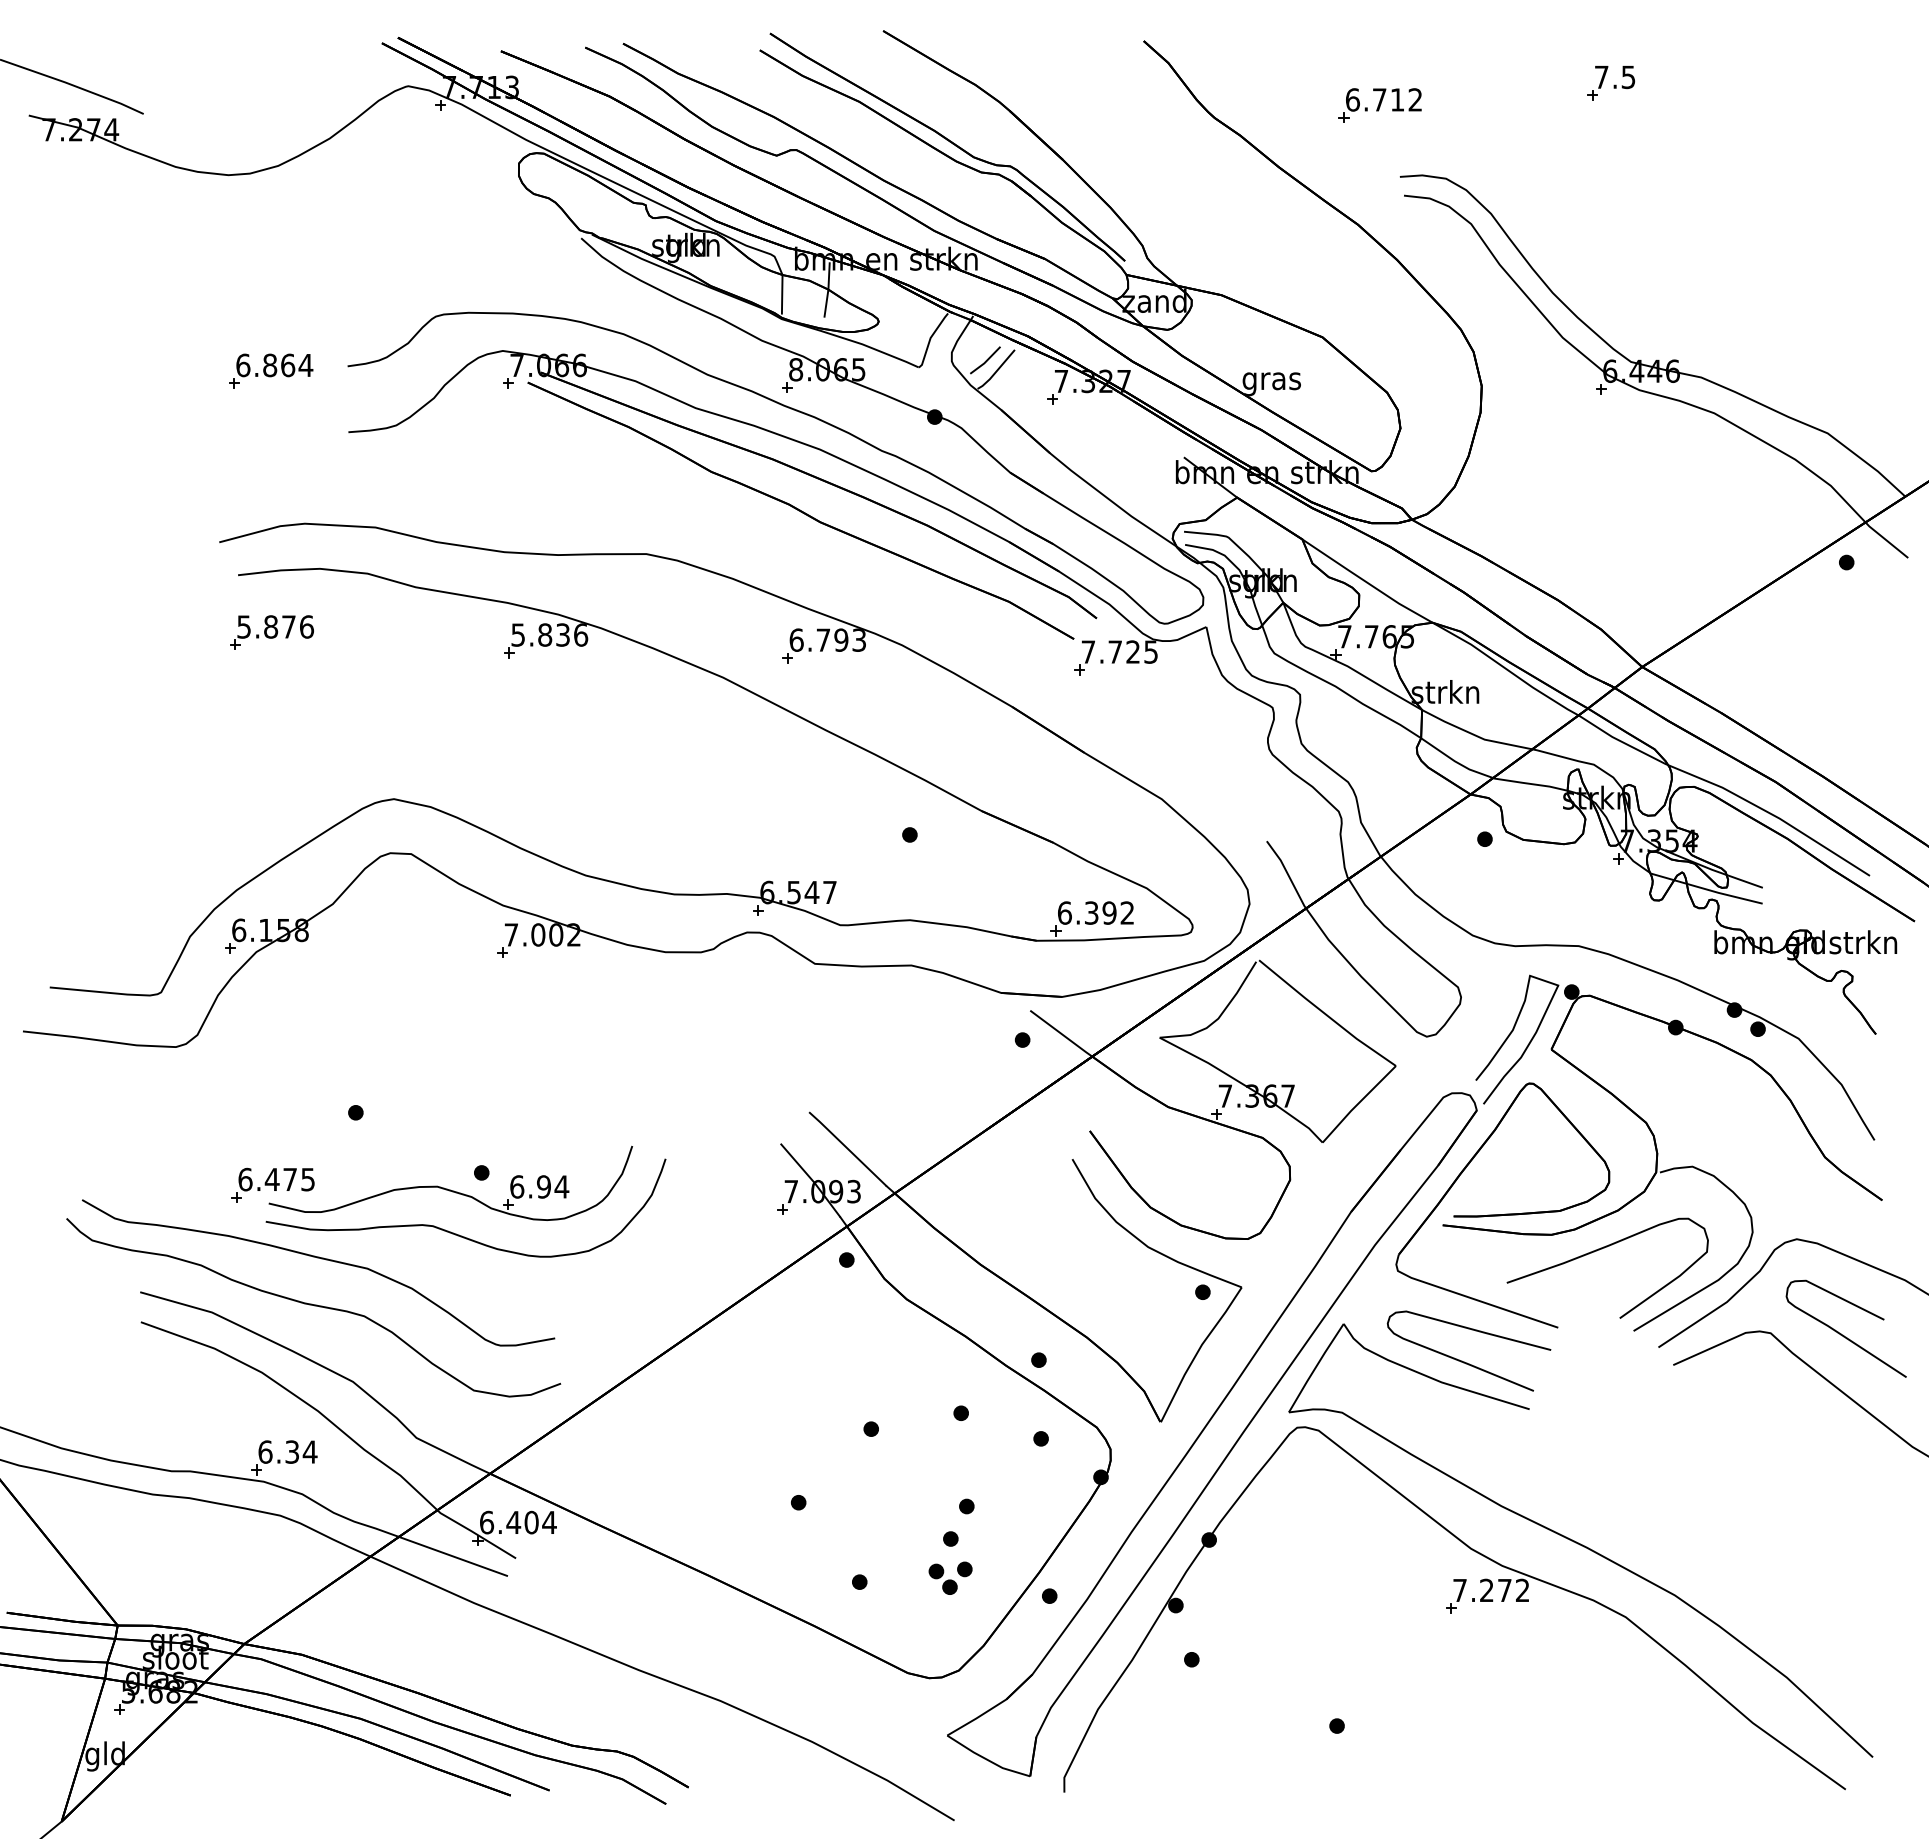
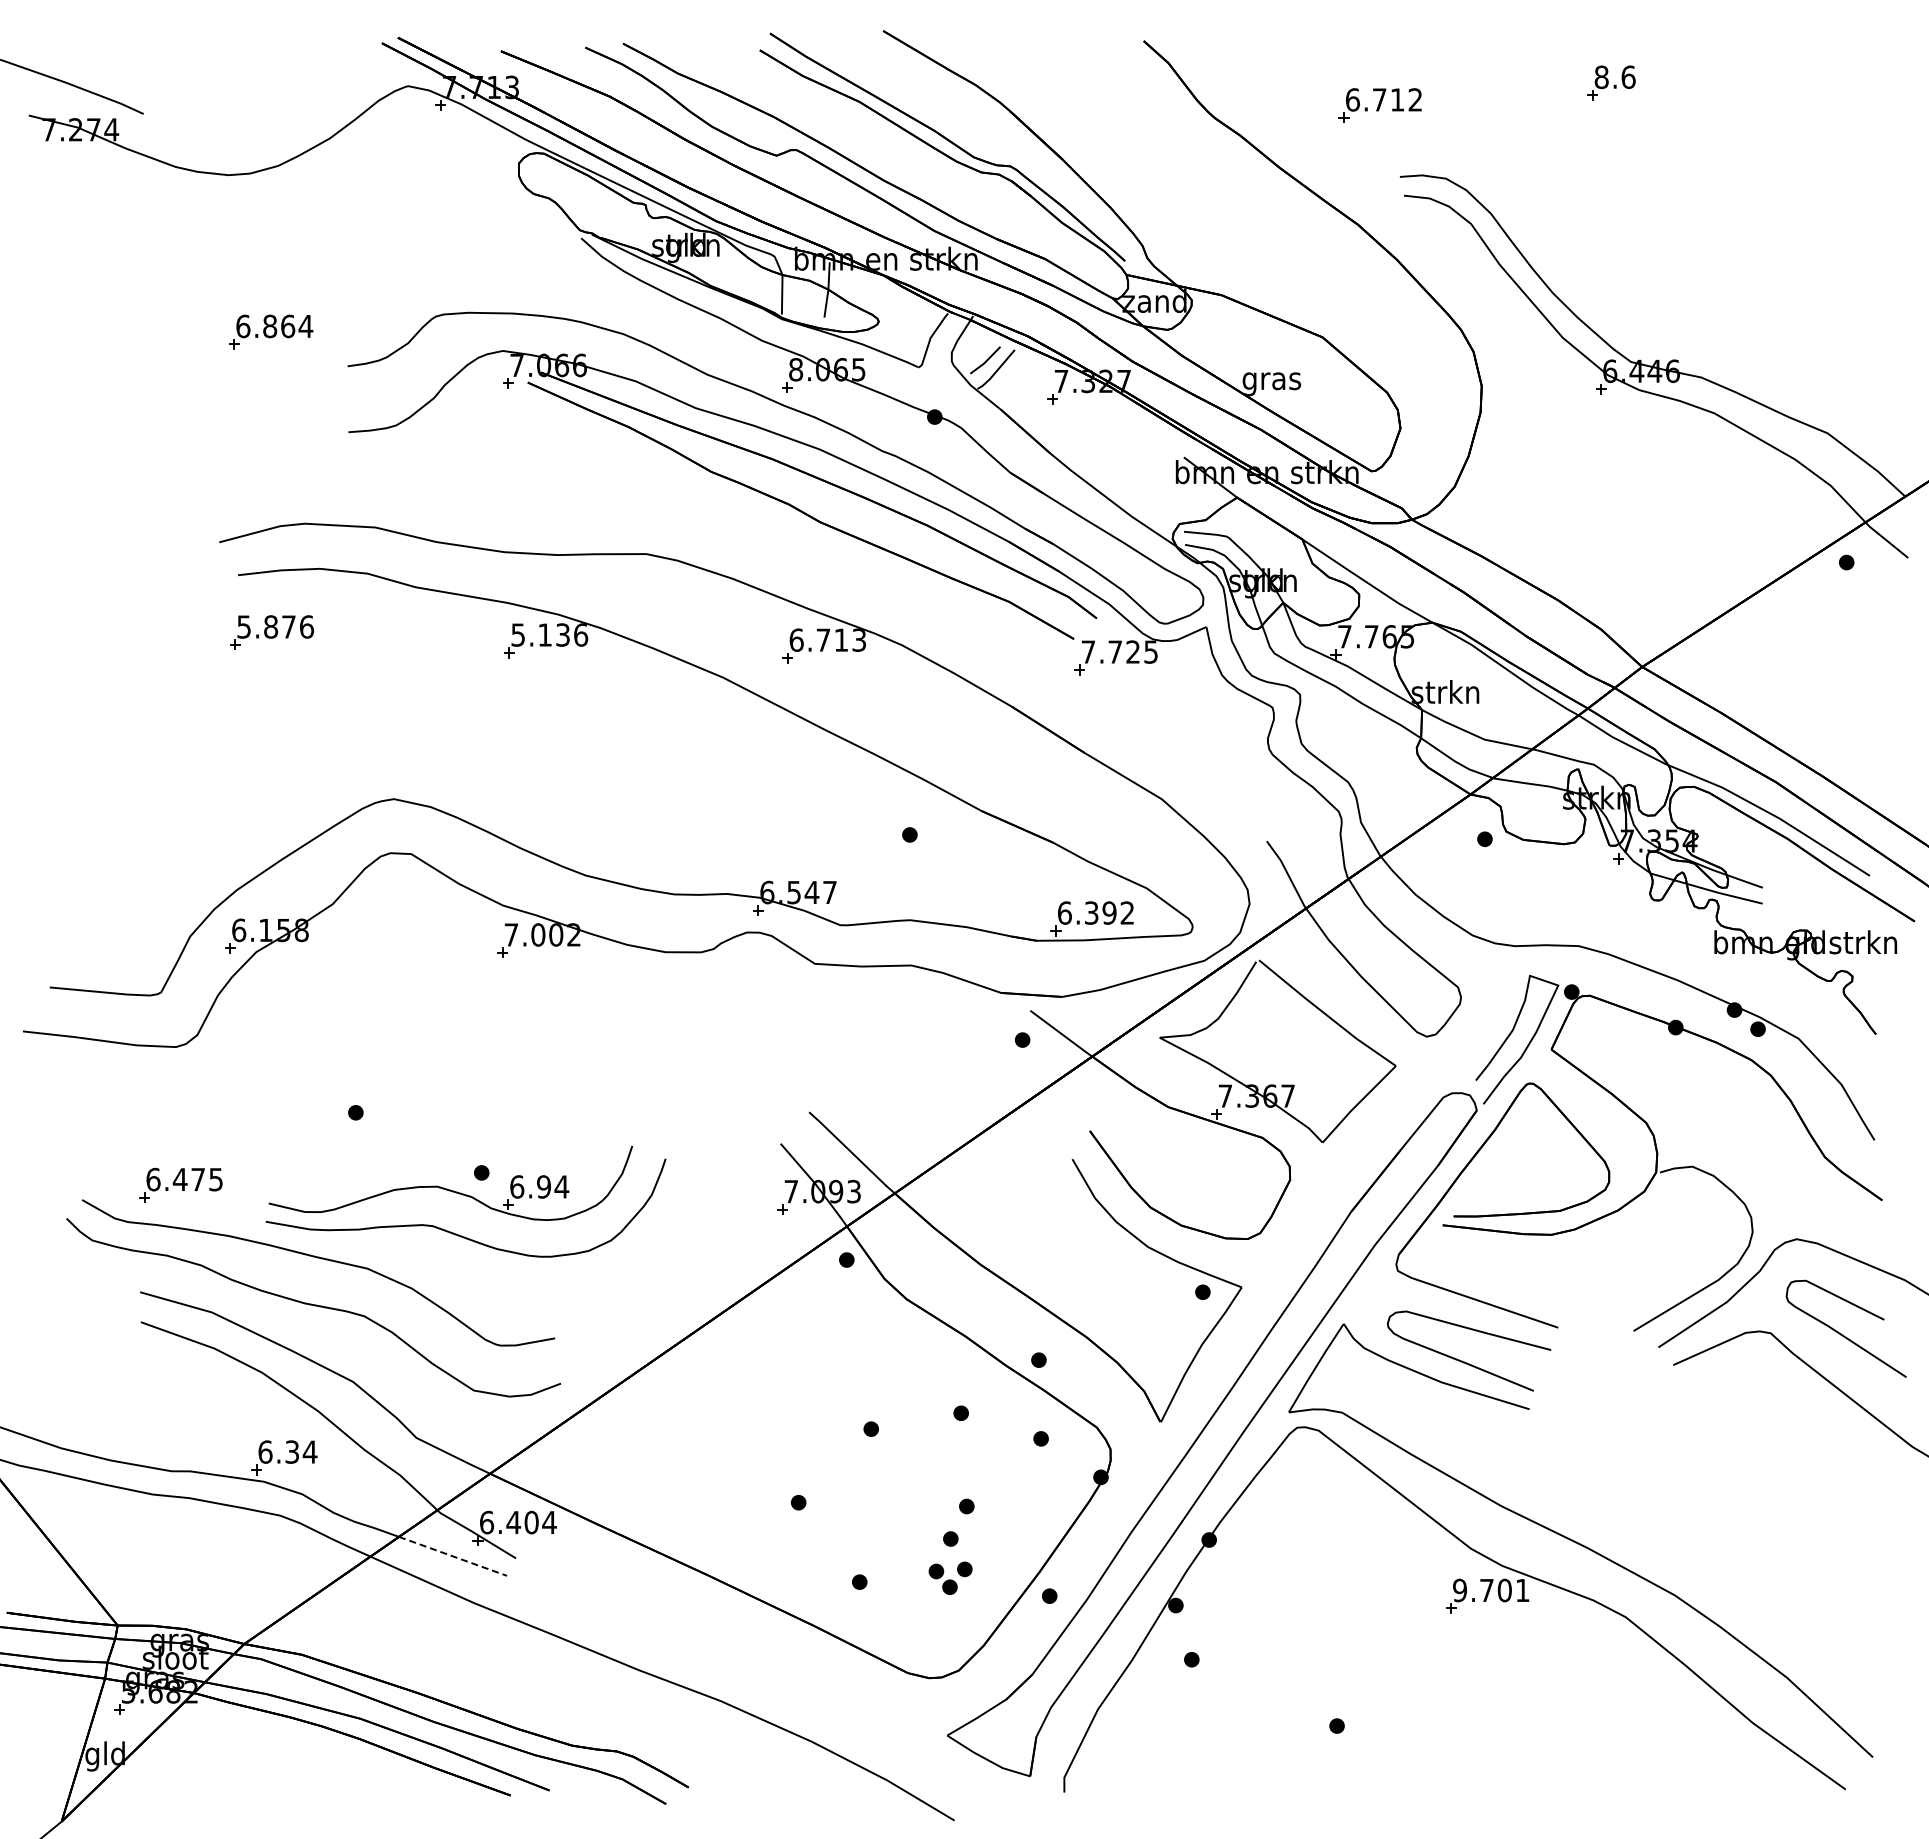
text at (1614, 77): 7.5 -> 8.6
part at (271, 370) position: (271, 370) -> (271, 331)
text at (545, 634): 5.836 -> 5.136
text at (841, 639): 6.793 -> 6.713
part at (272, 1184) position: (272, 1184) -> (180, 1184)
curve at (1602, 1249): present -> none
line at (453, 1556): solid -> dashed
text at (1491, 1590): 7.272 -> 9.701
